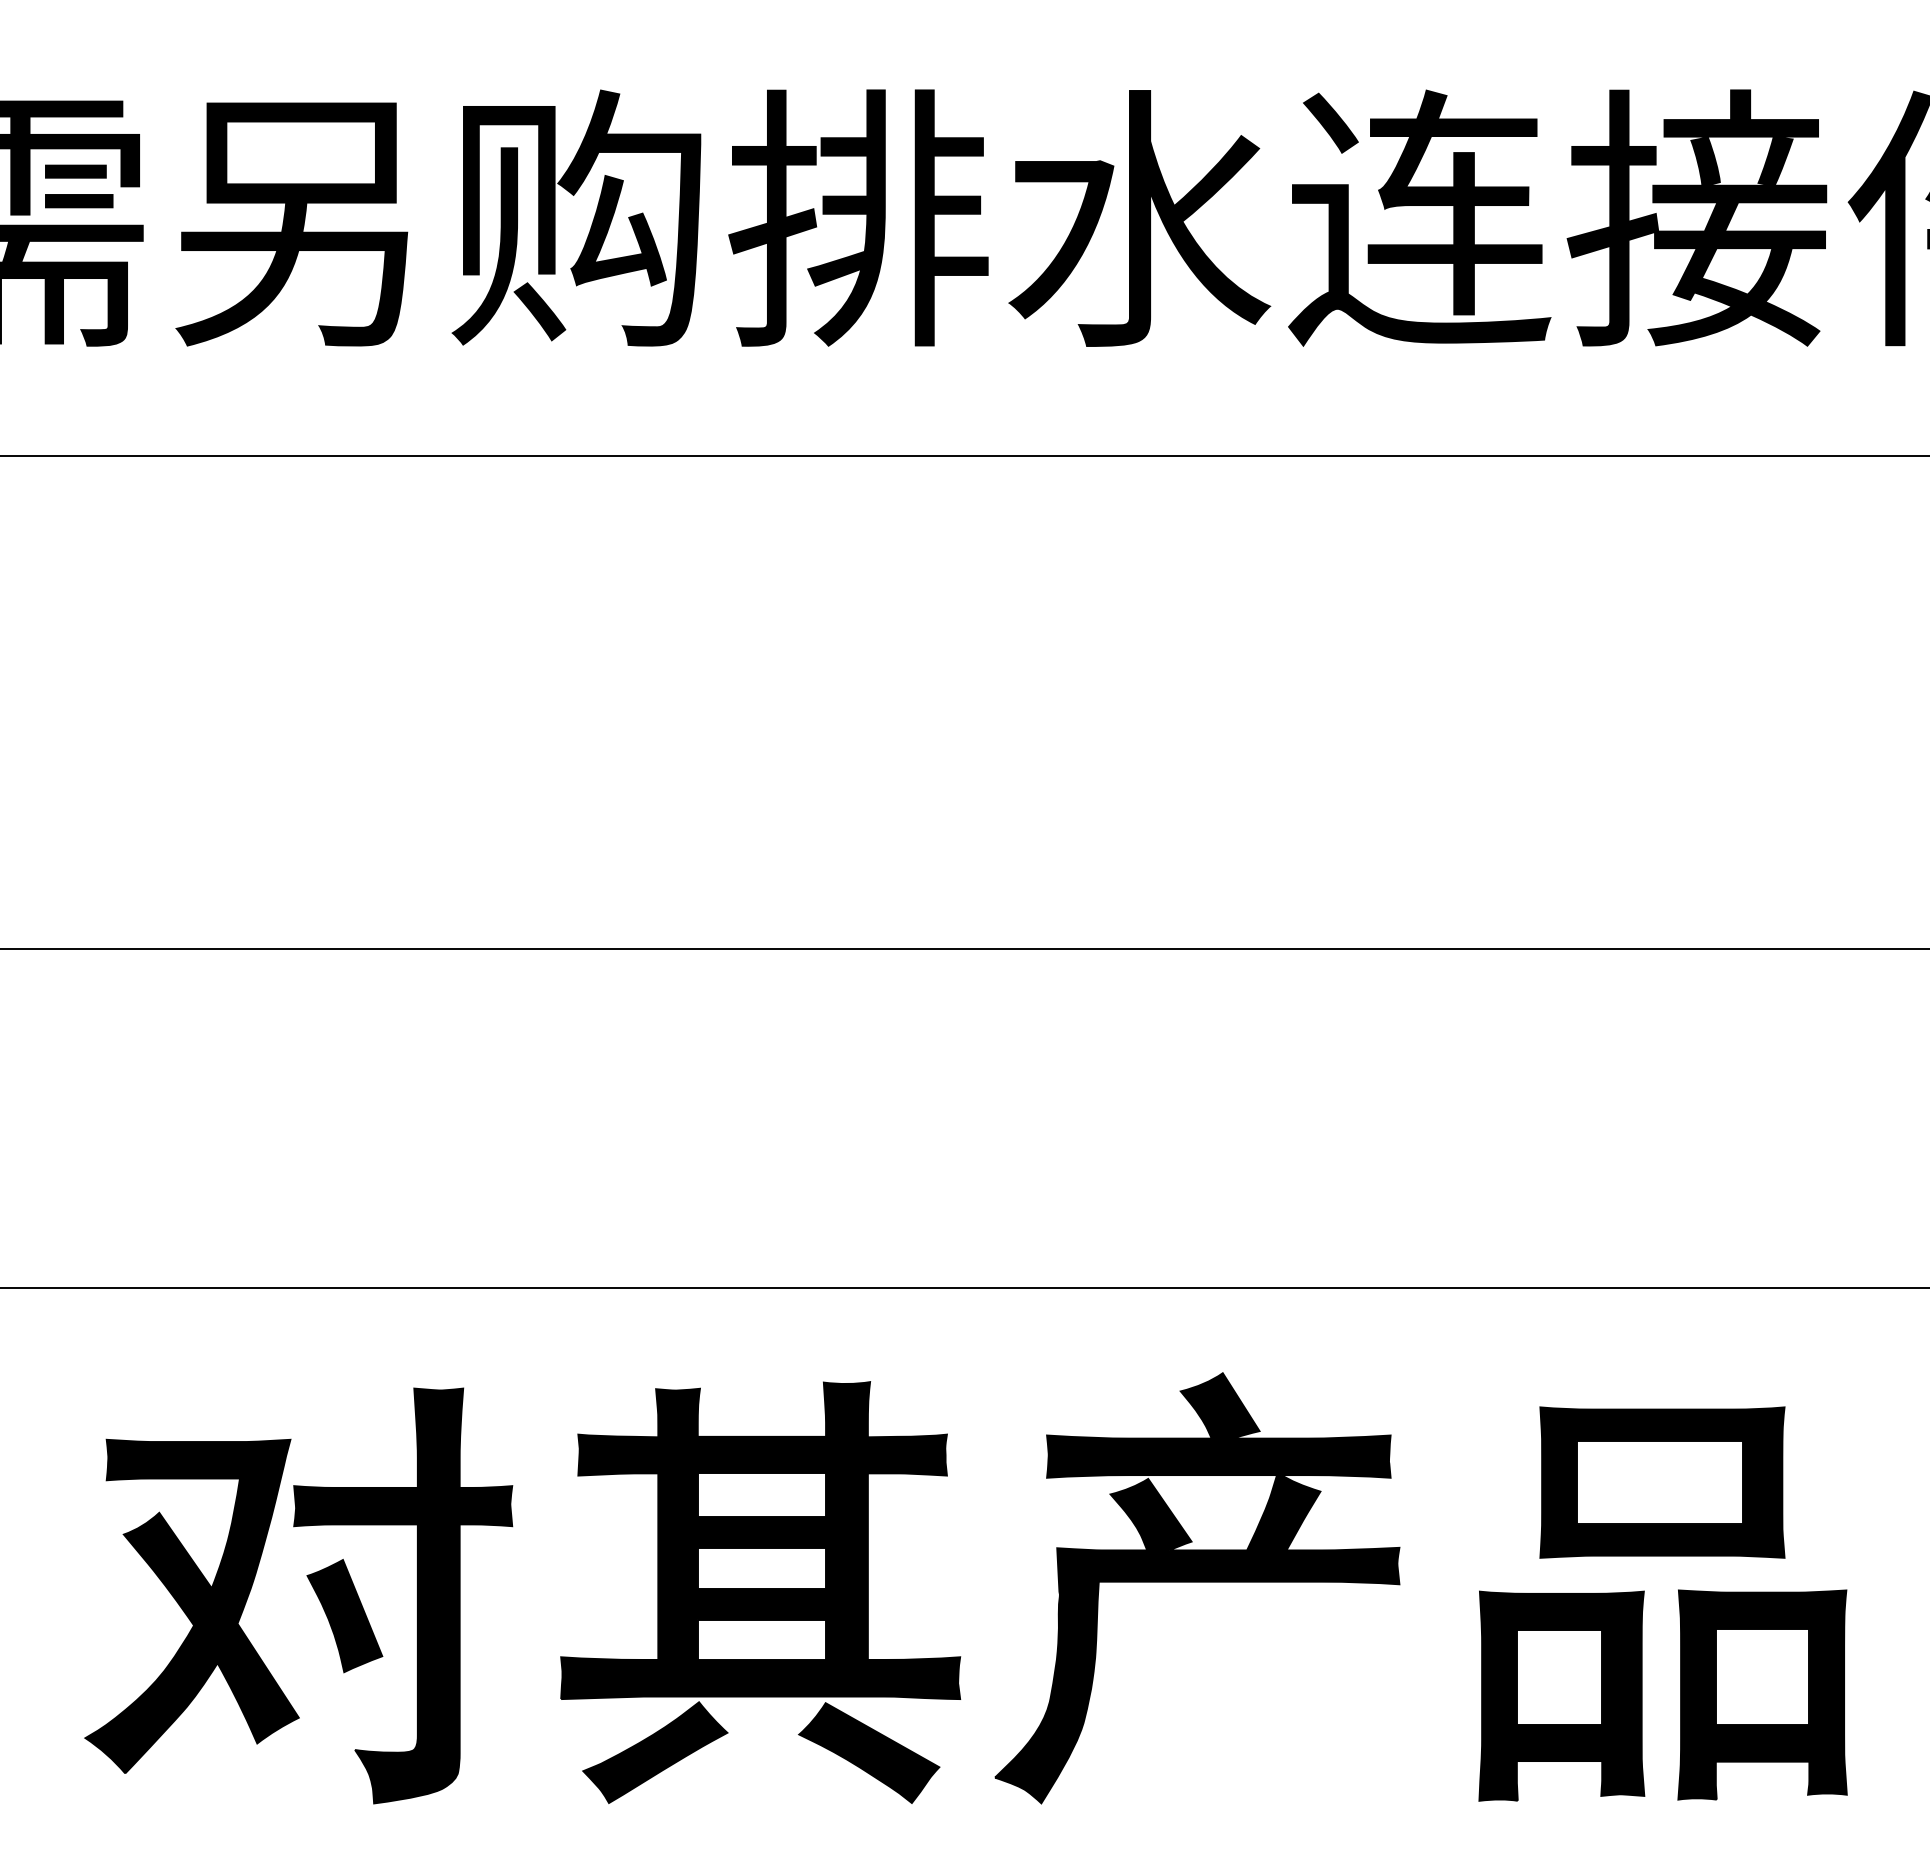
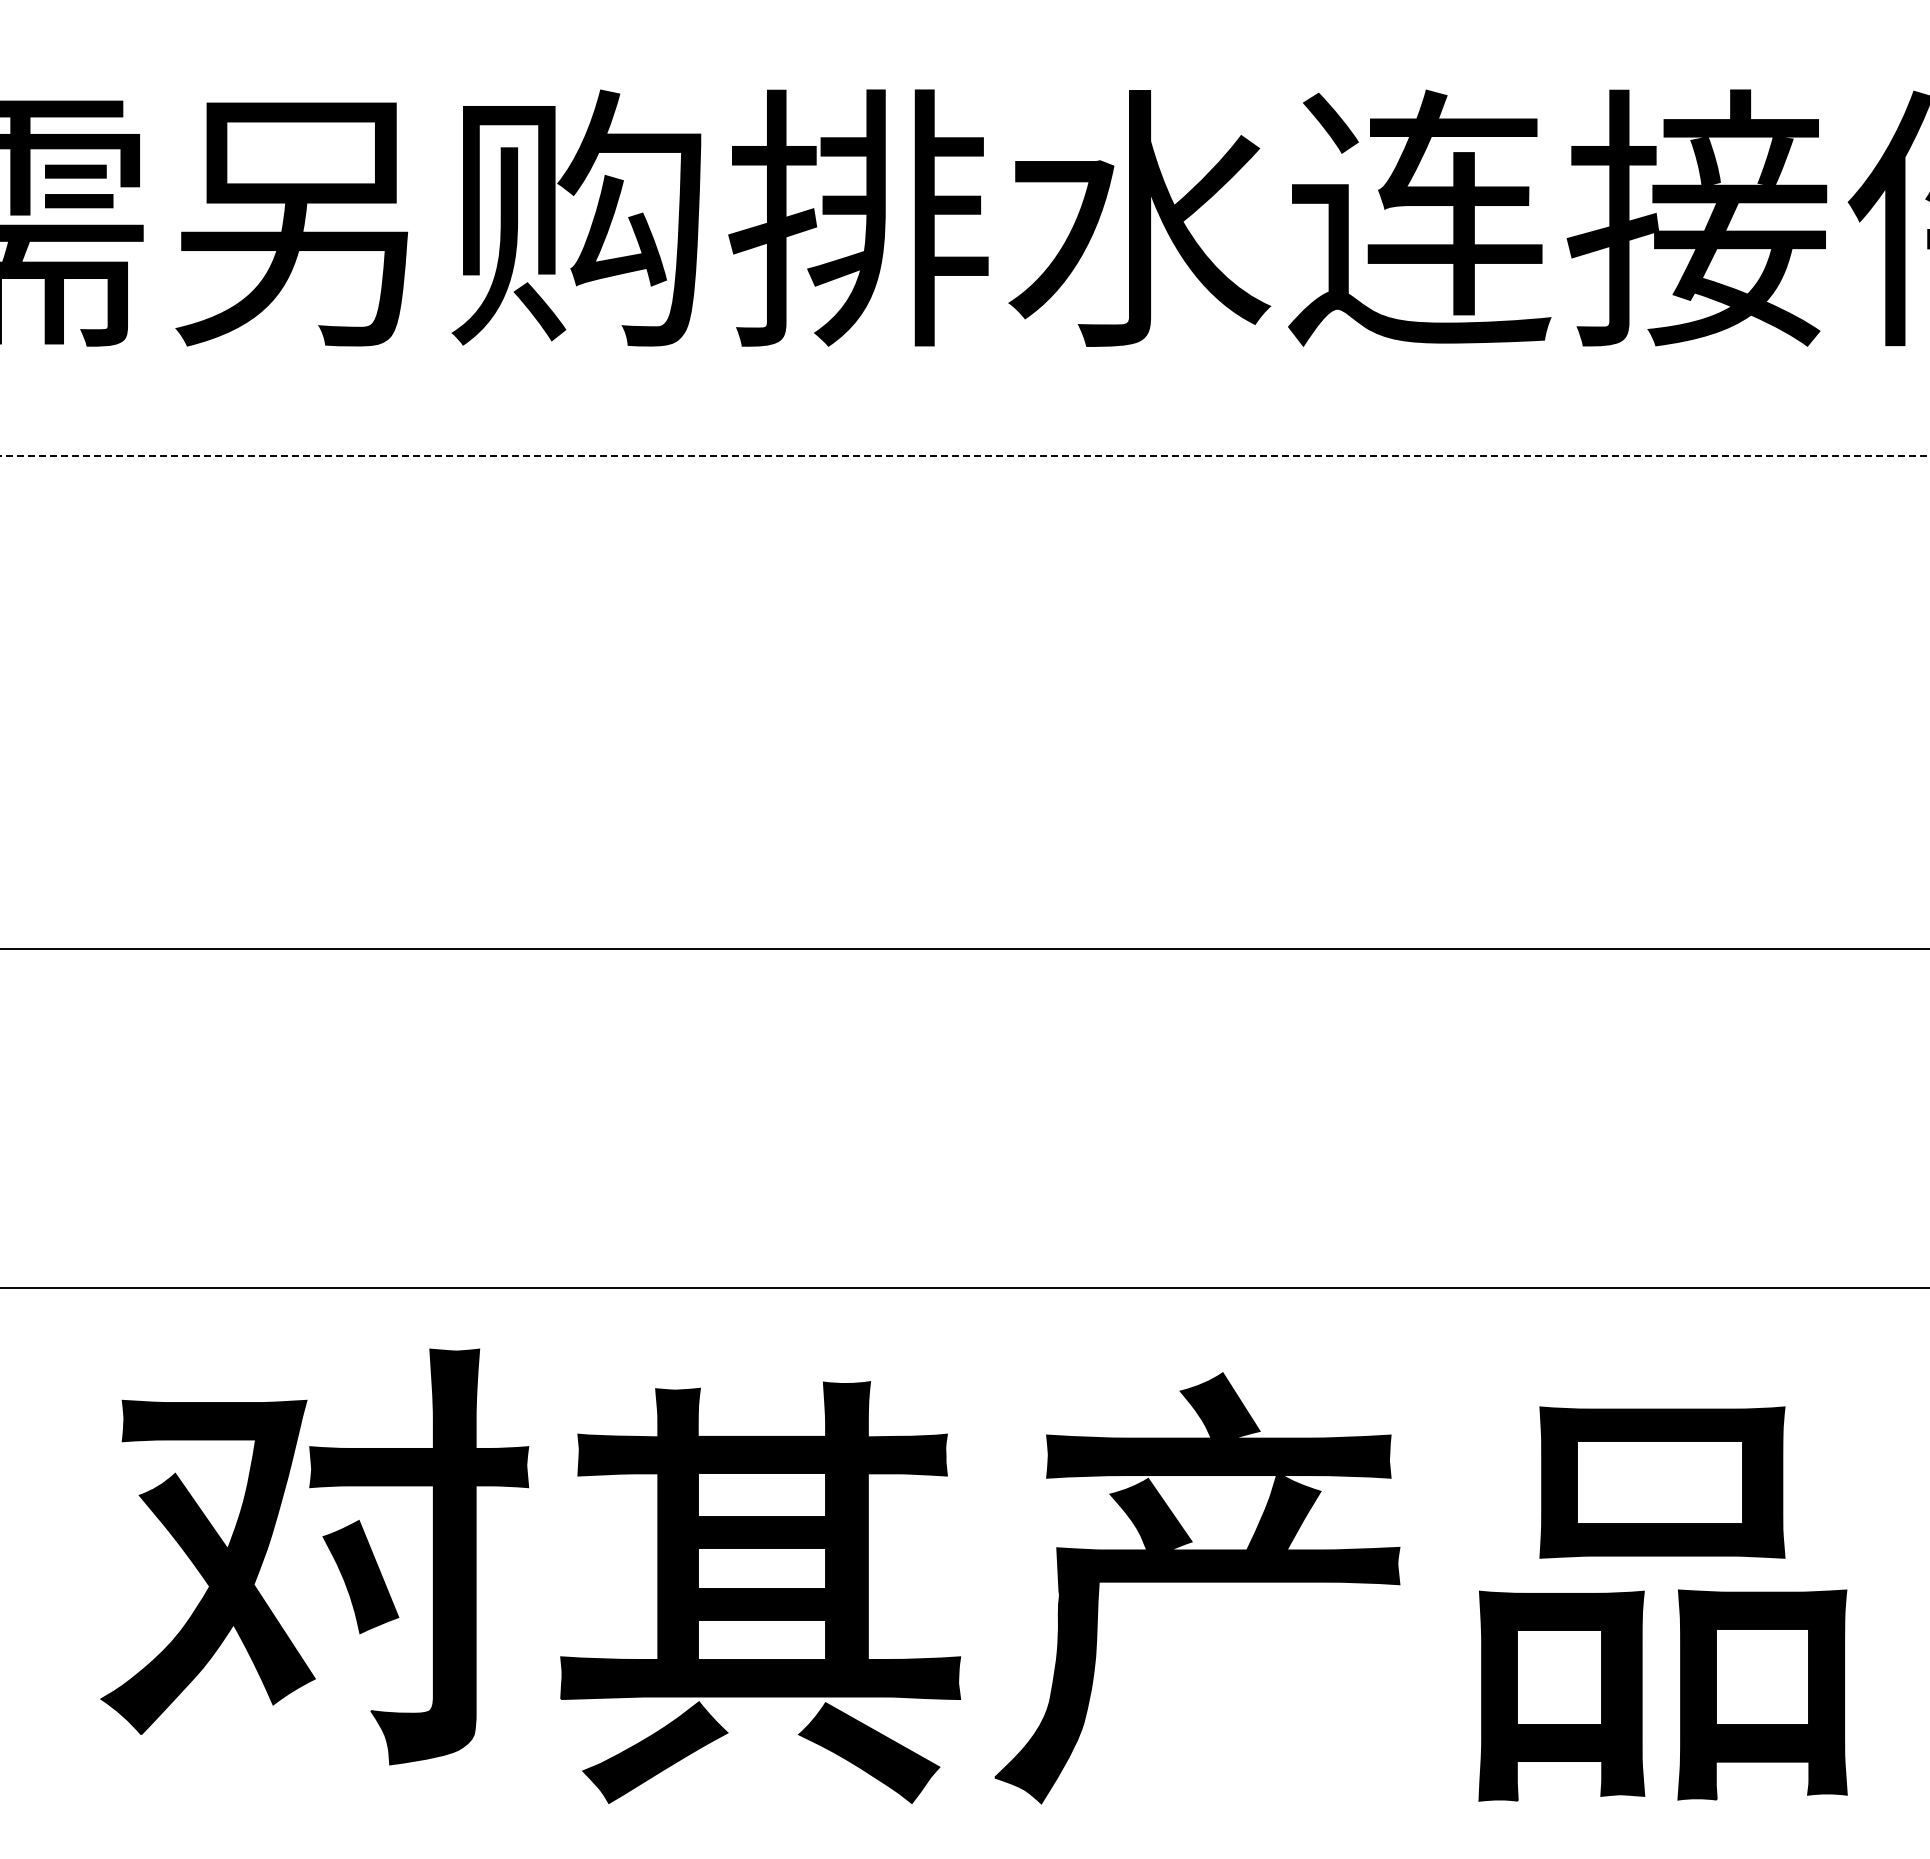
line at (964, 455): solid -> dashed
part at (312, 1587) position: (312, 1587) -> (328, 1548)
